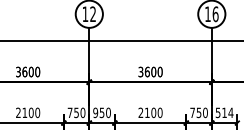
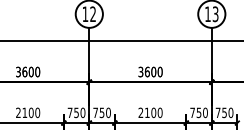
text at (215, 14): 16 -> 13
text at (95, 112): 950 -> 750
text at (224, 112): 514 -> 750
